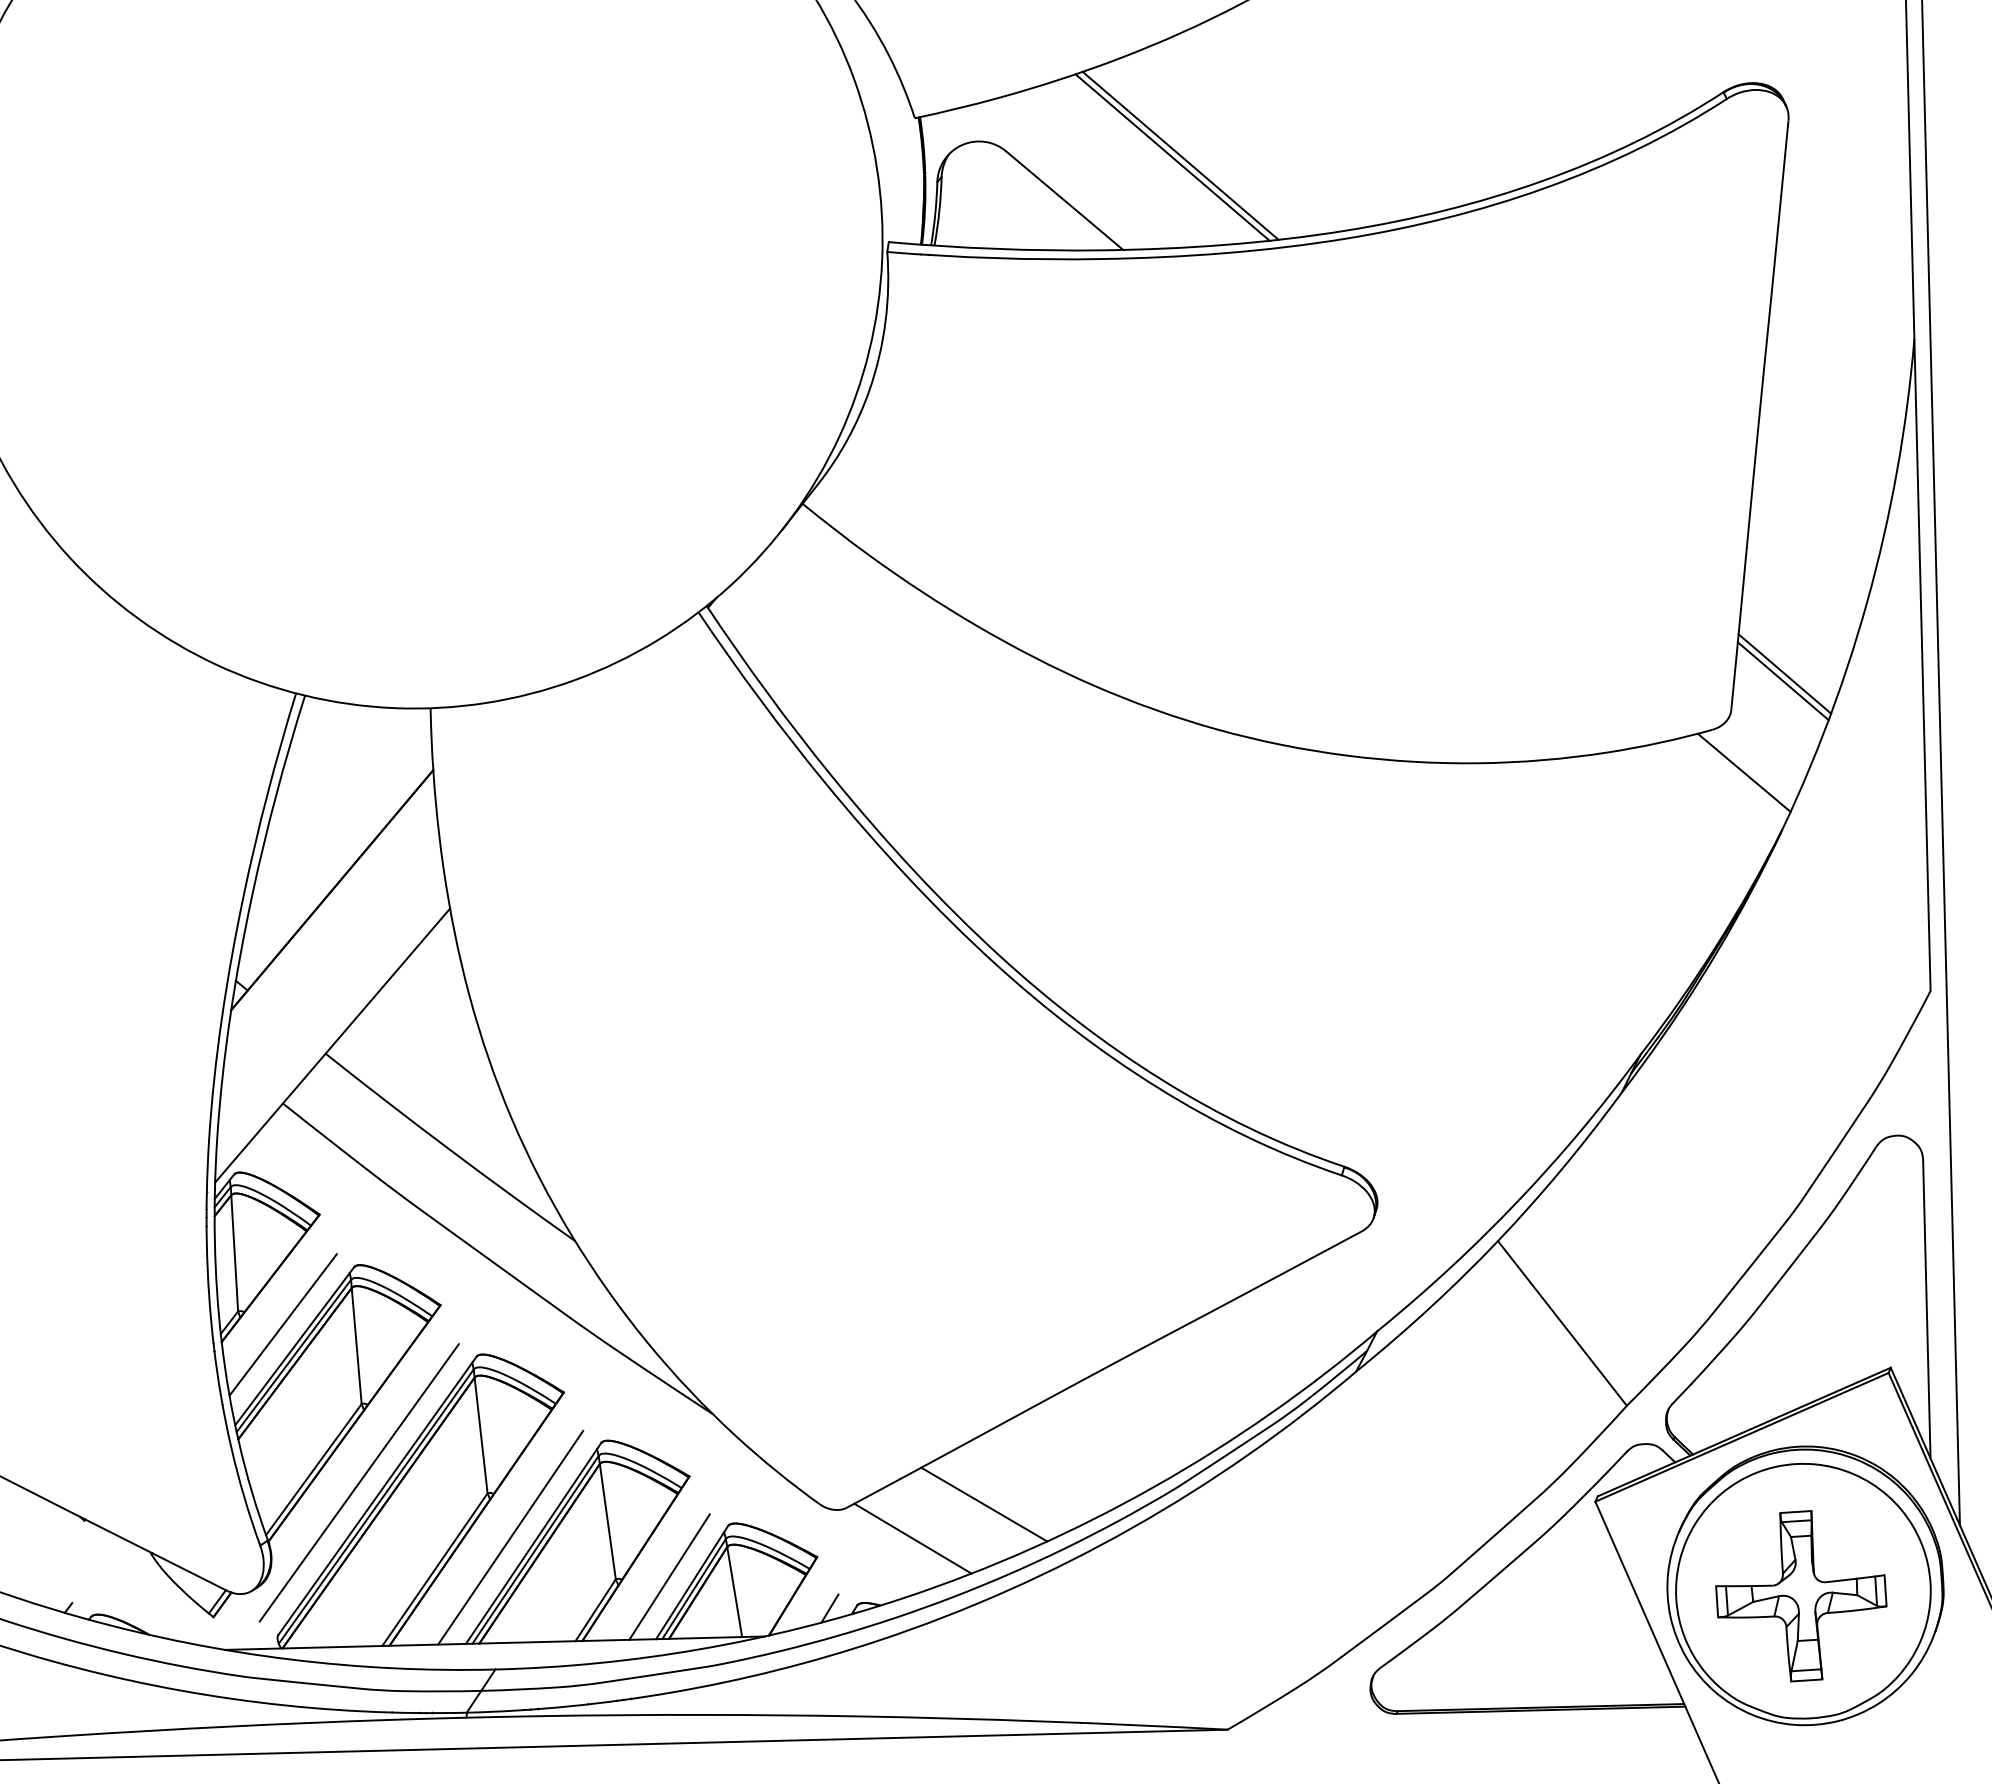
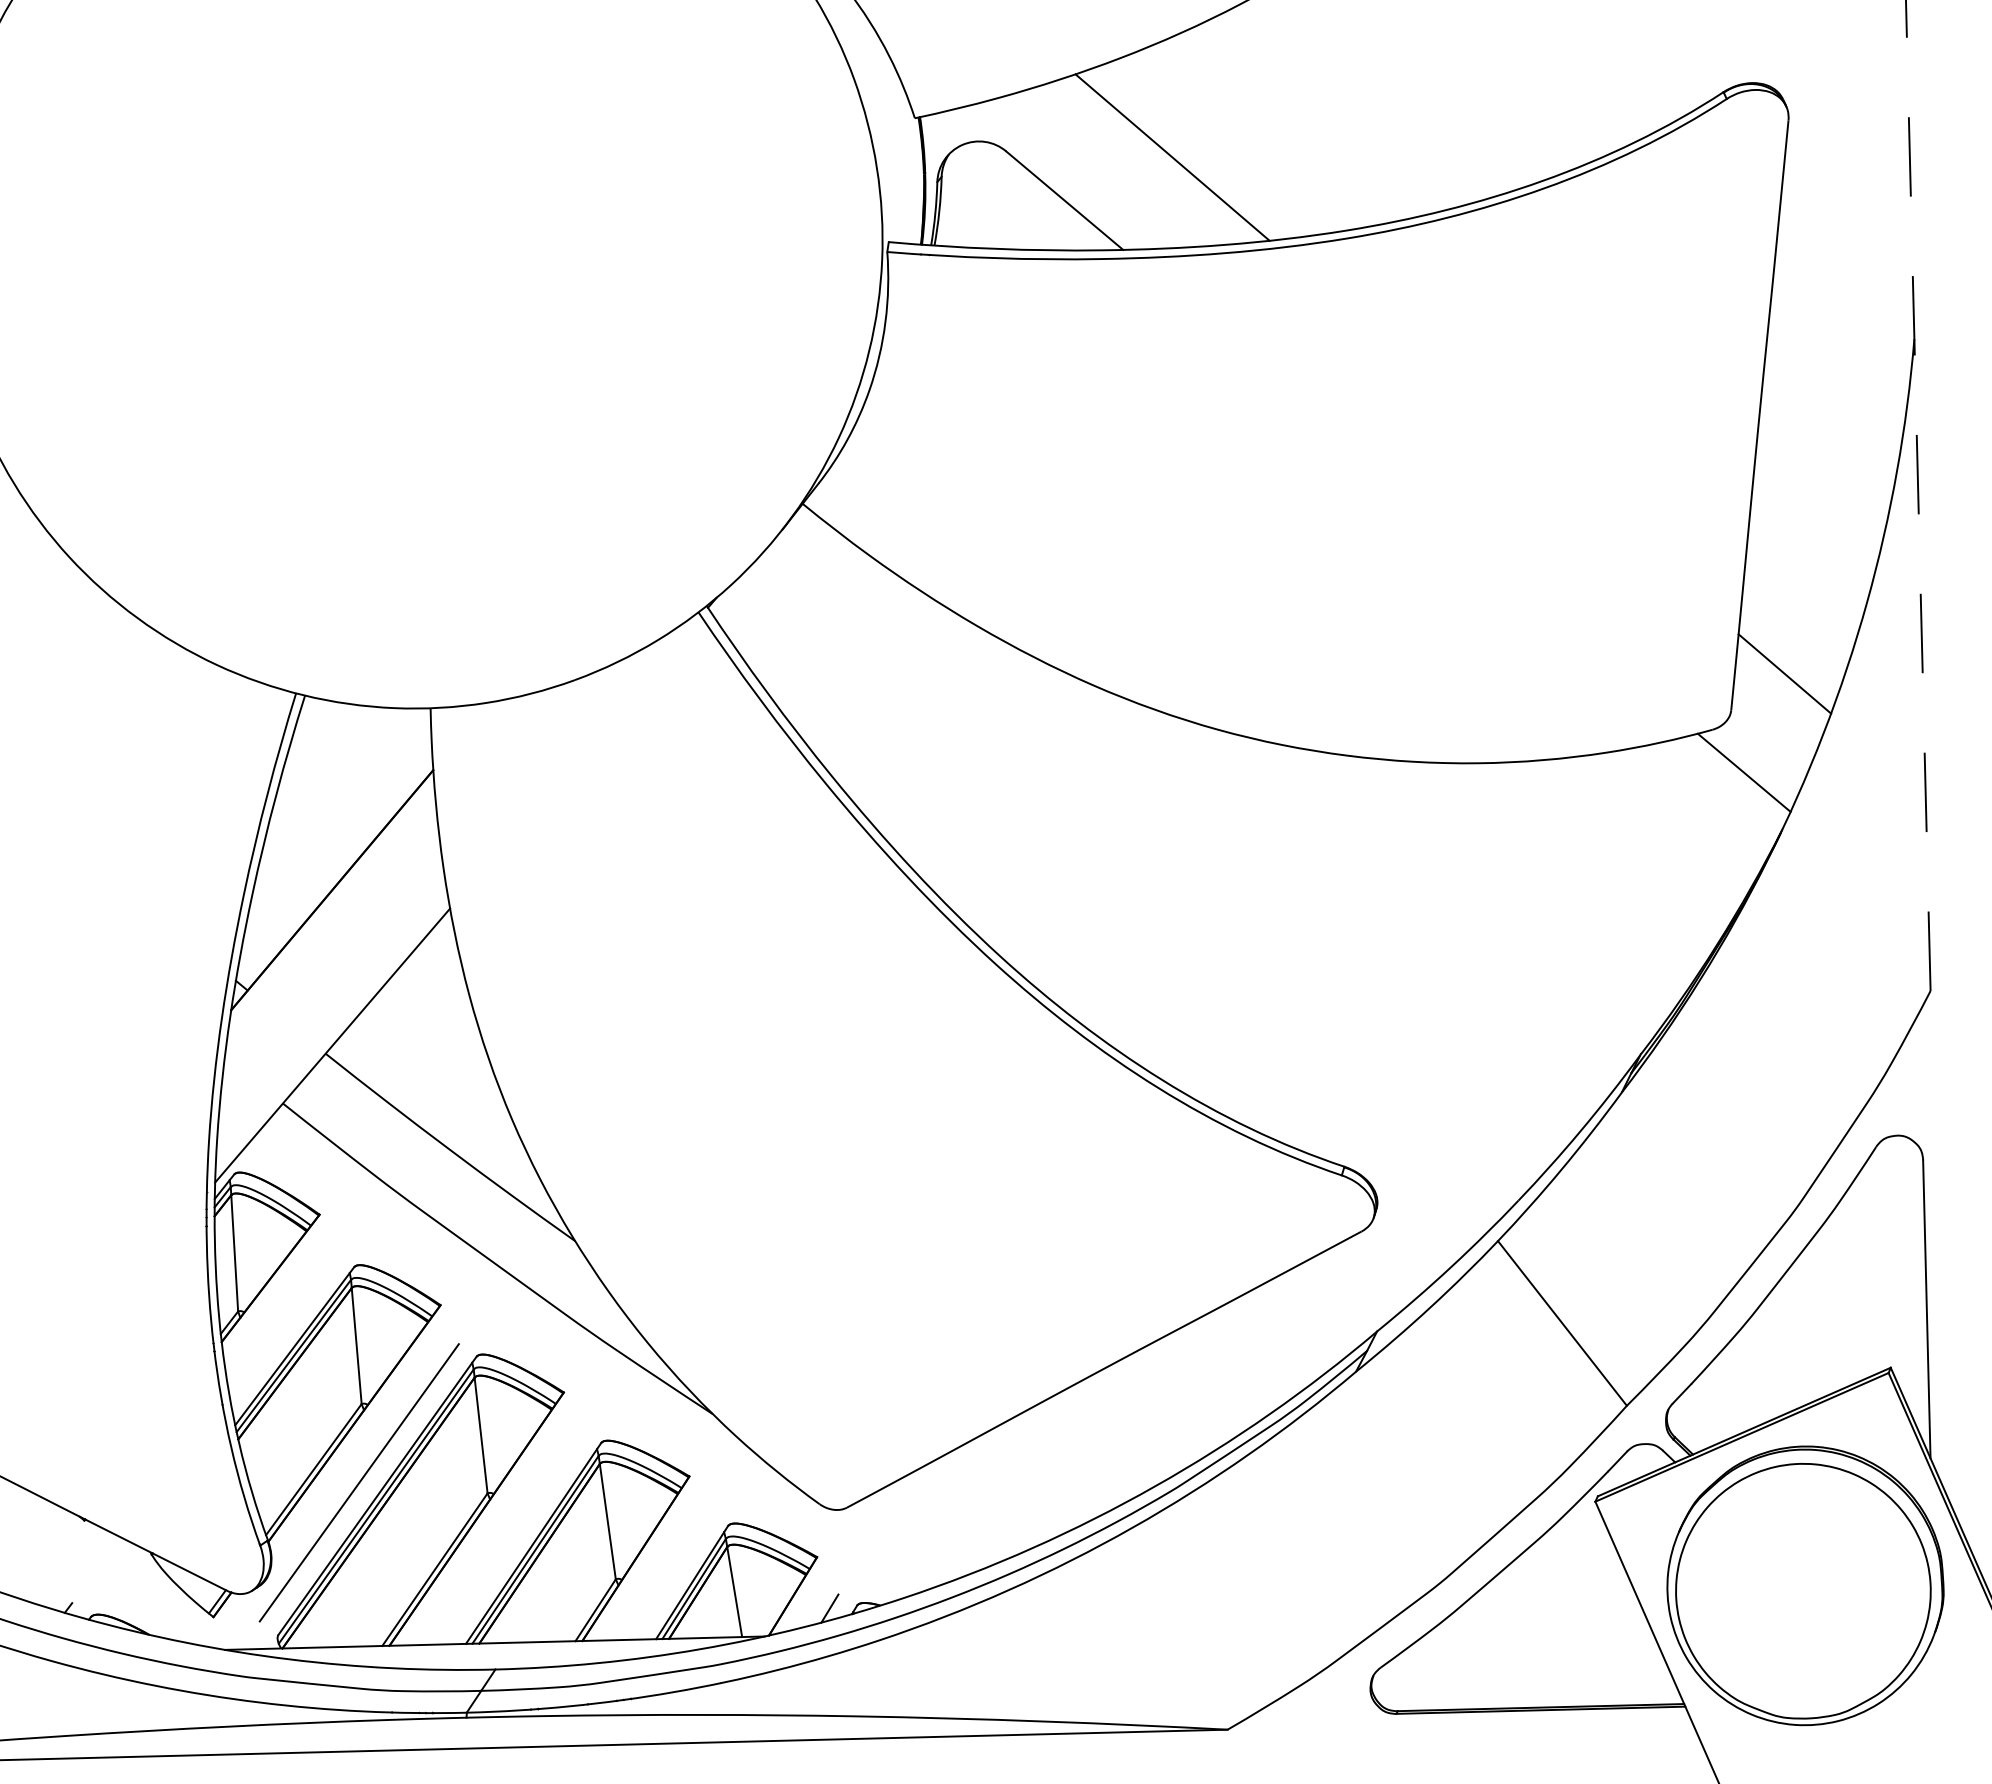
line at (1180, 155): present -> none
line at (1918, 495): solid -> dashed
line at (1782, 681): present -> none
line at (1940, 763): present -> none
line at (282, 1324): present -> none
line at (984, 1504): present -> none
line at (510, 1537): present -> none
line at (912, 1538): present -> none
line at (669, 1576): present -> none
part at (1801, 1596): present -> none
